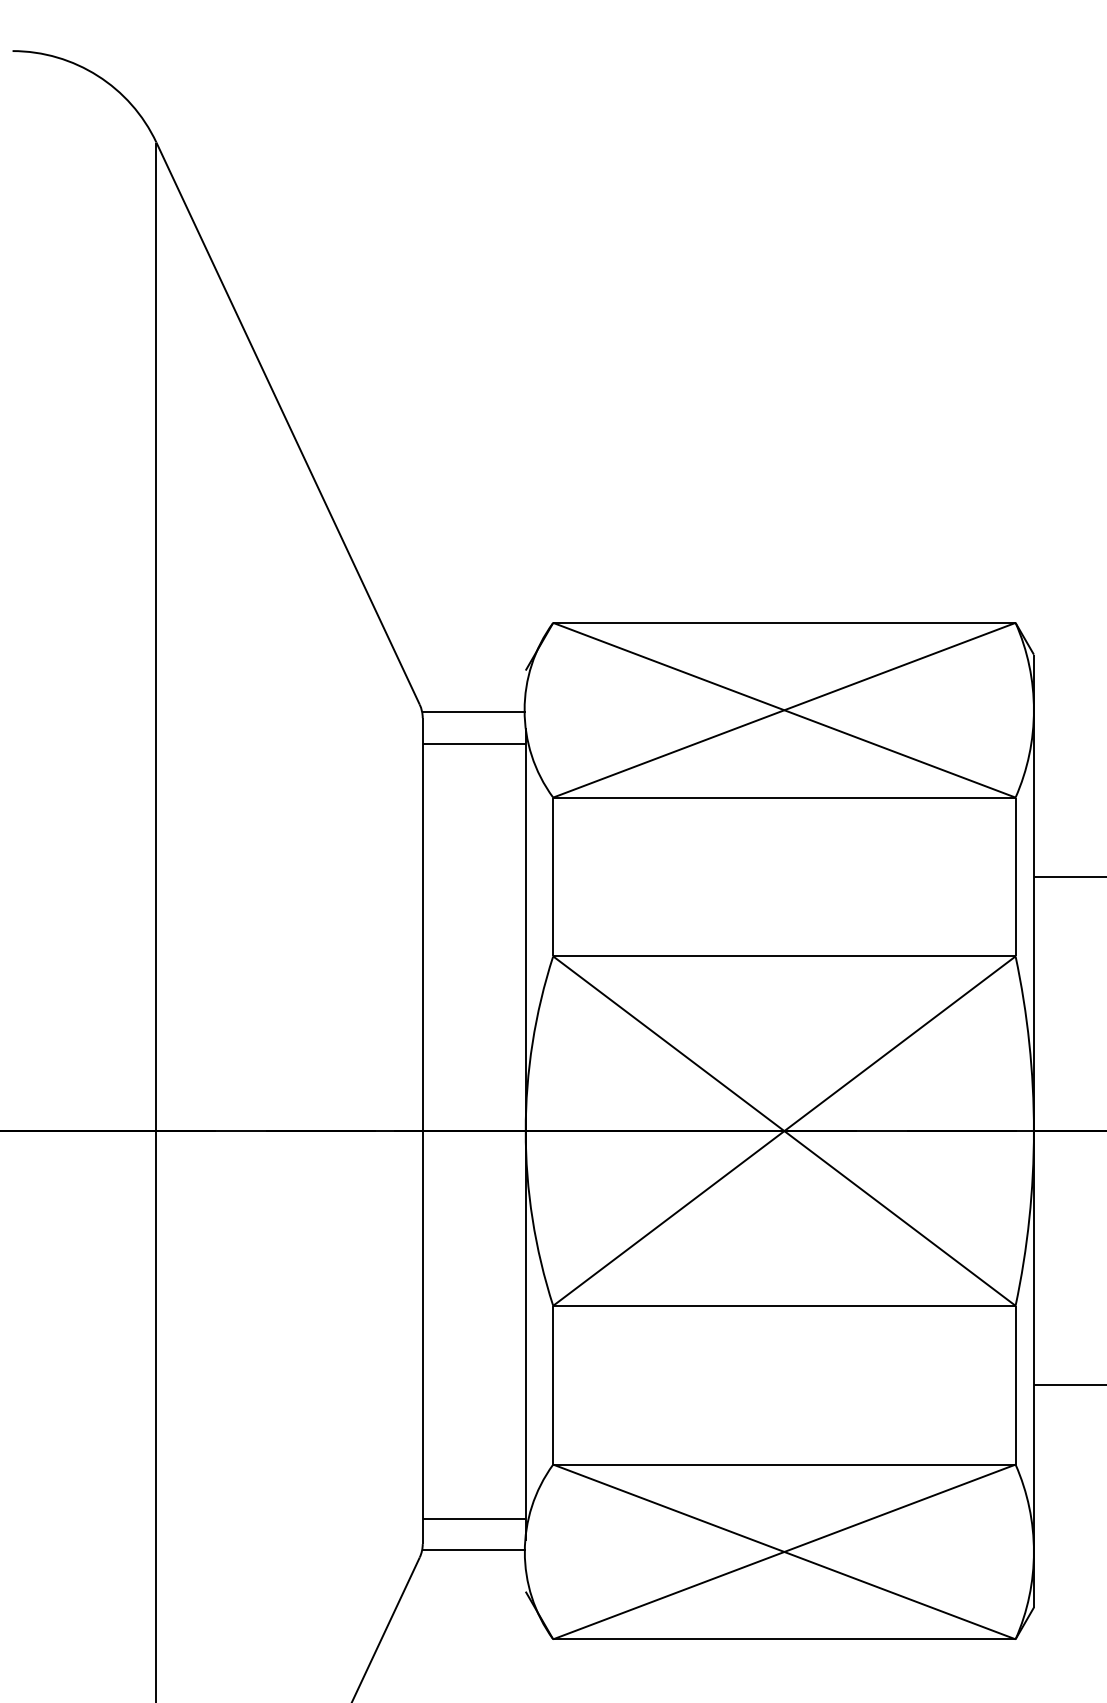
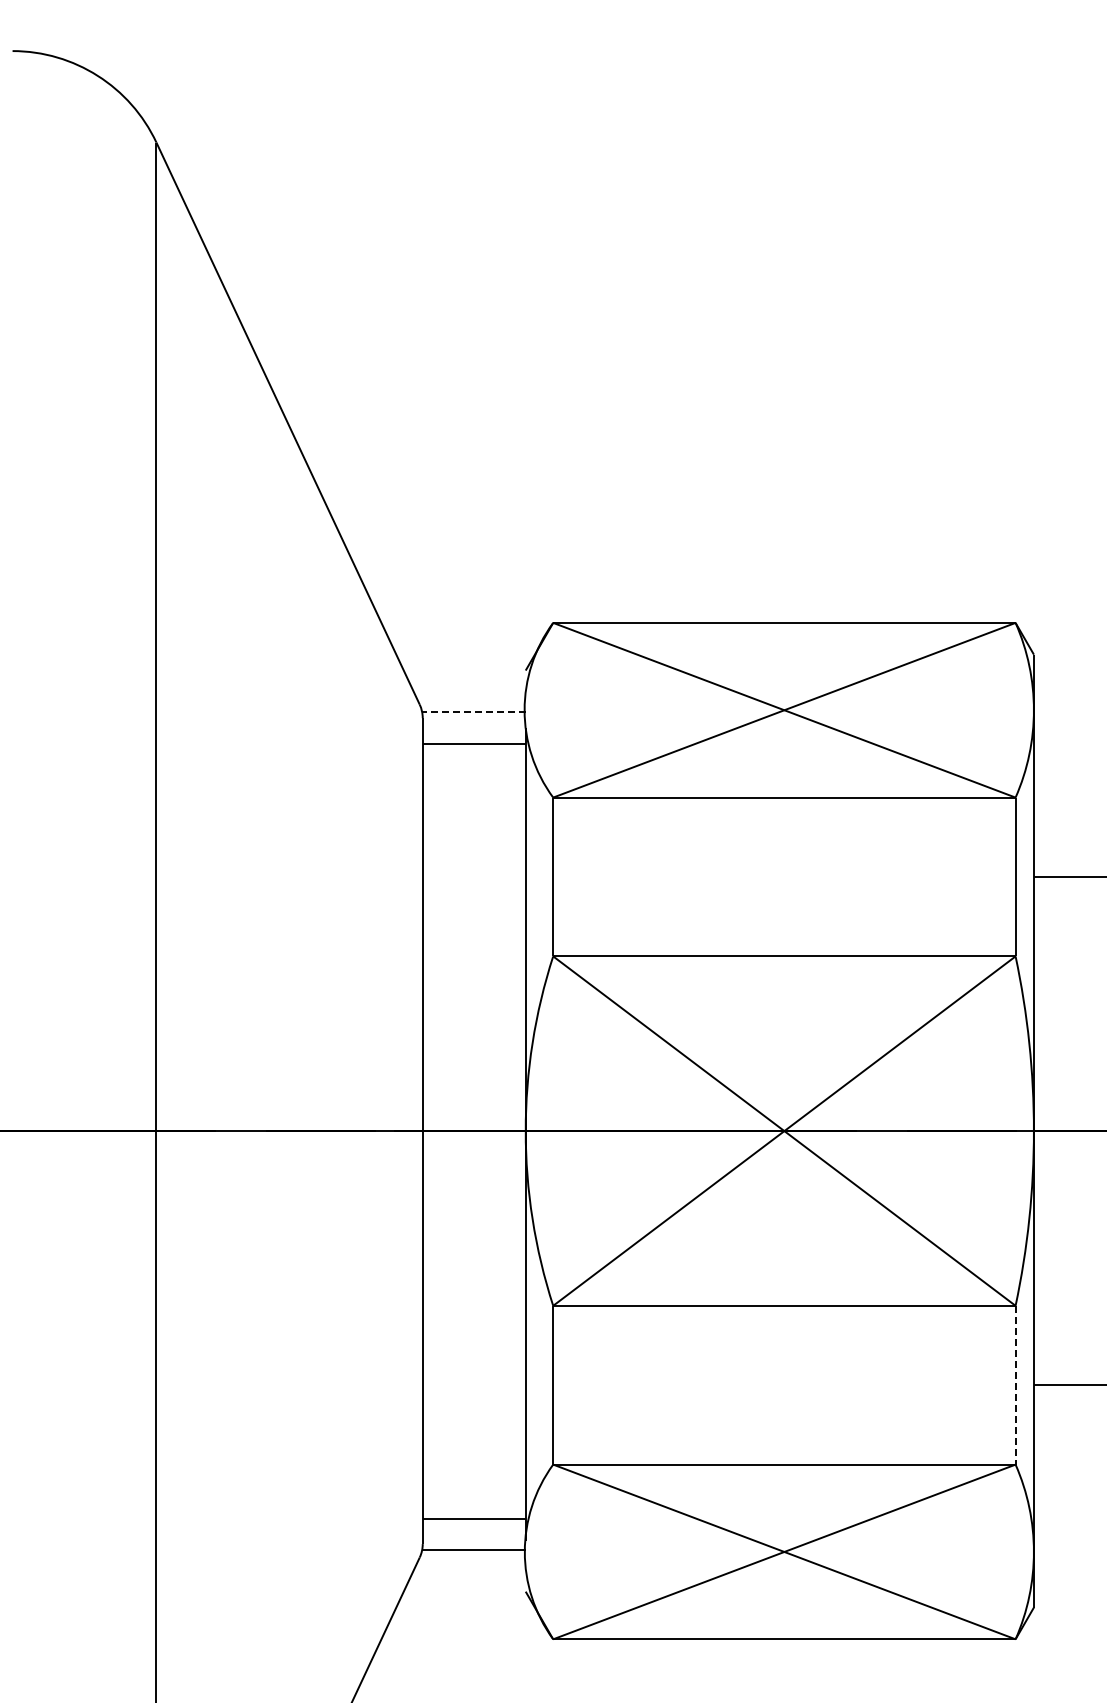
line at (473, 711): solid -> dashed
line at (1015, 1385): solid -> dashed
